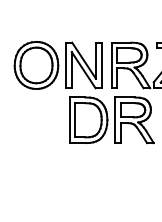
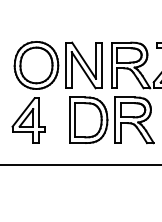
part at (28, 120): none -> present
line at (80, 164): none -> present
